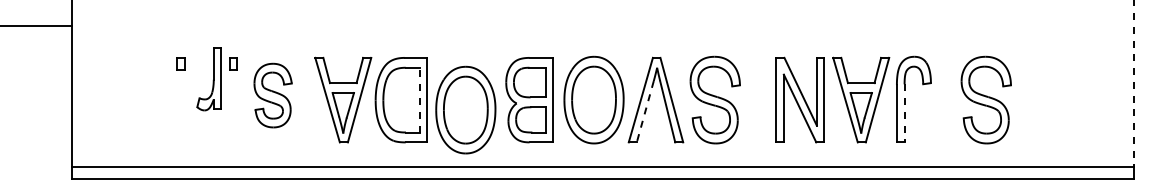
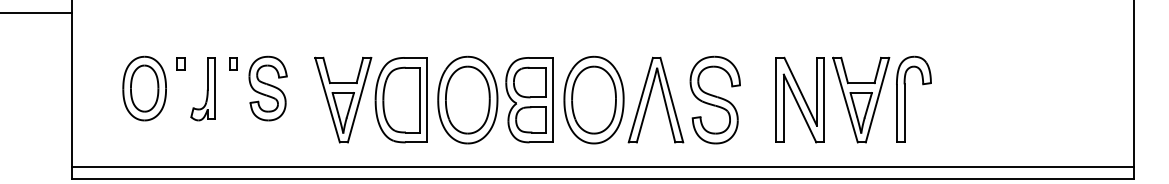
line at (36, 26) position: (36, 26) -> (36, 13)
part at (208, 79) position: (208, 79) -> (202, 89)
line at (1133, 83): dashed -> solid
part at (144, 88): none -> present
part at (272, 95) position: (272, 95) -> (267, 88)
line at (419, 99): dashed -> solid
part at (985, 99): present -> none
part at (465, 109) position: (465, 109) -> (467, 99)
line at (645, 111): dashed -> solid
line at (904, 113): dashed -> solid
